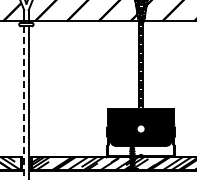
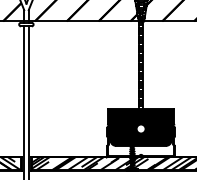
line at (24, 103): dashed -> solid
